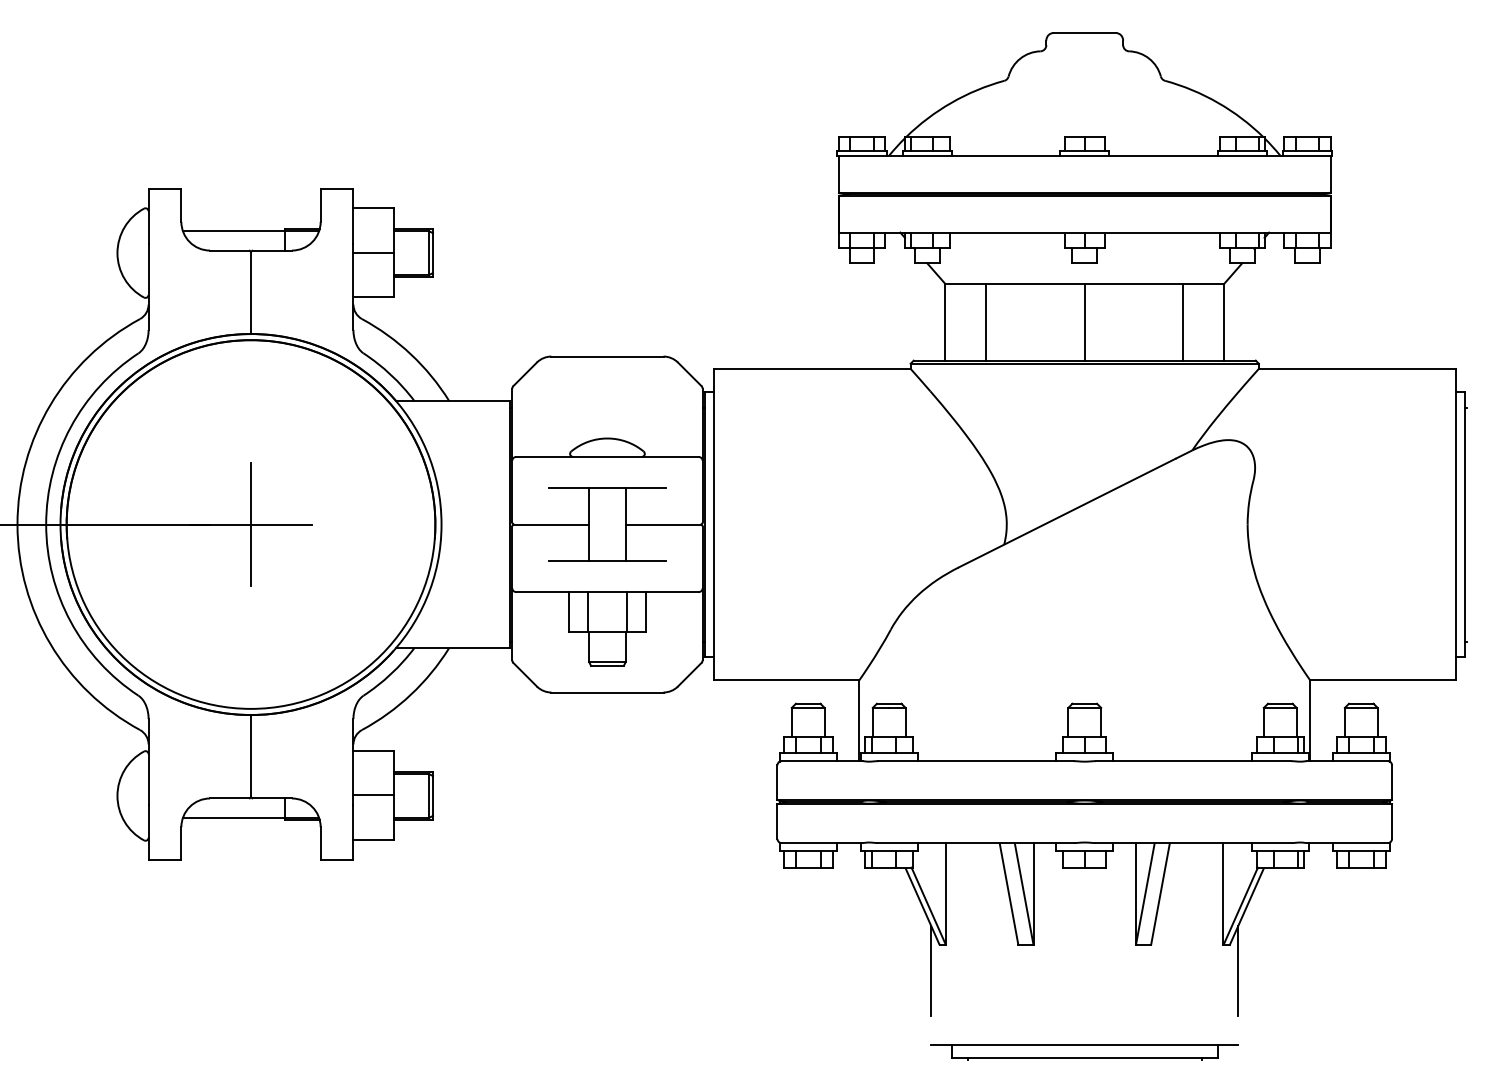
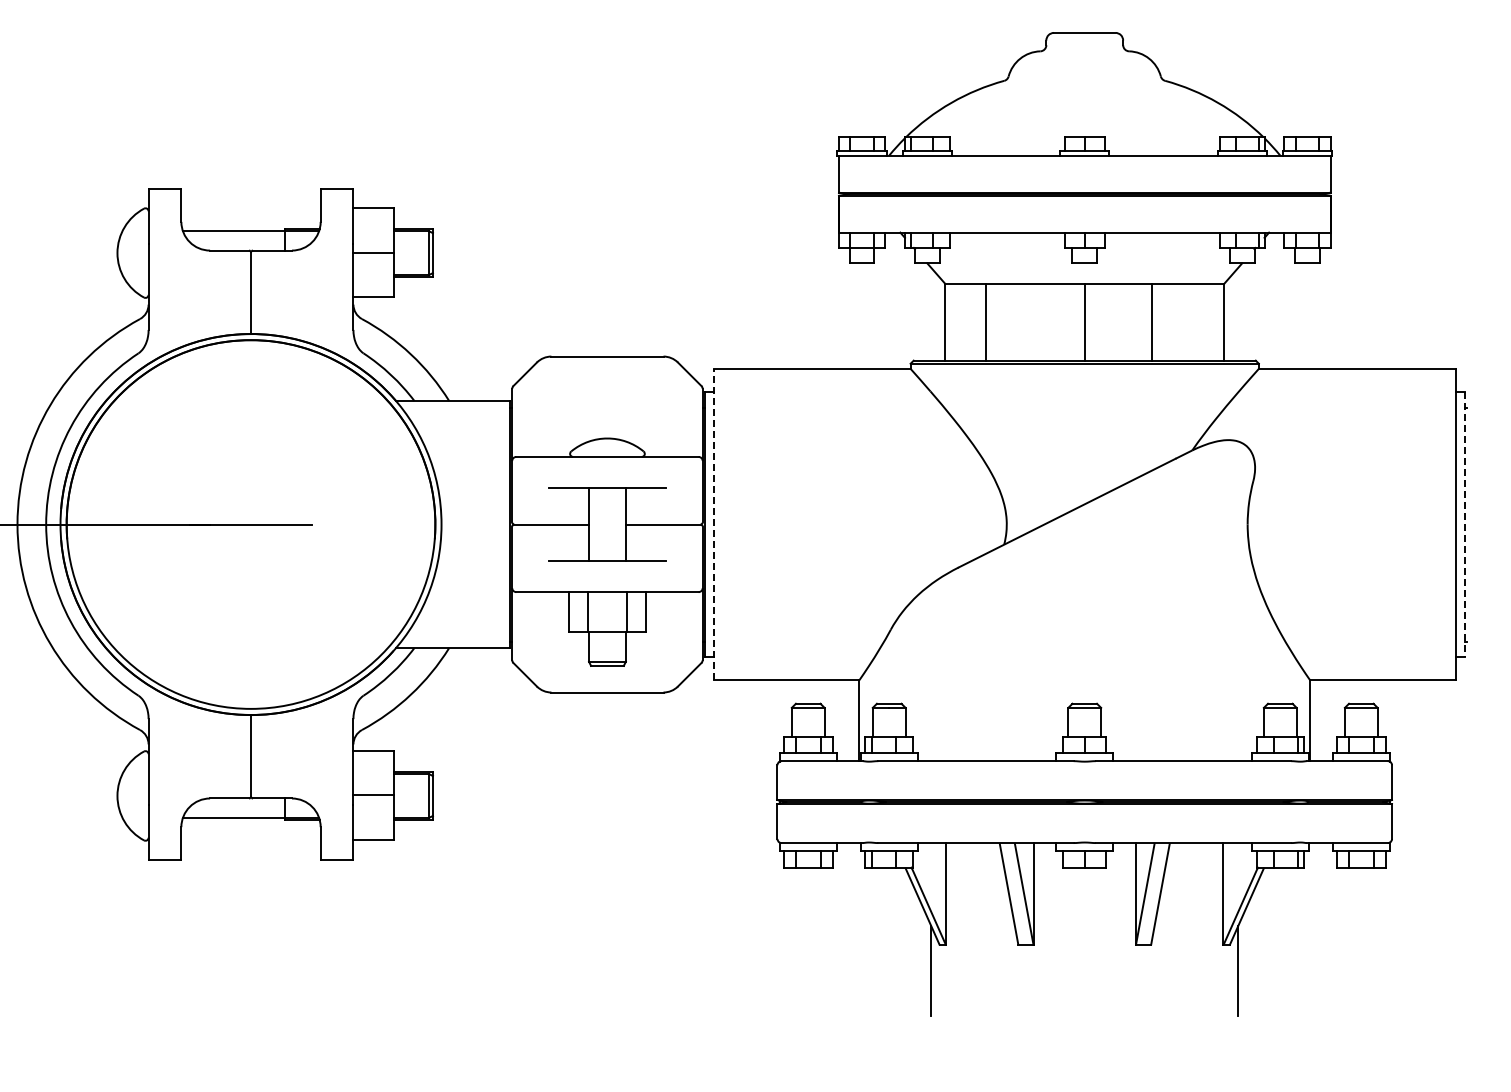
line at (1183, 321) position: (1183, 321) -> (1152, 321)
line at (251, 524): present -> none
line at (713, 524): solid -> dashed
line at (1464, 524): solid -> dashed
part at (1084, 1052): present -> none
